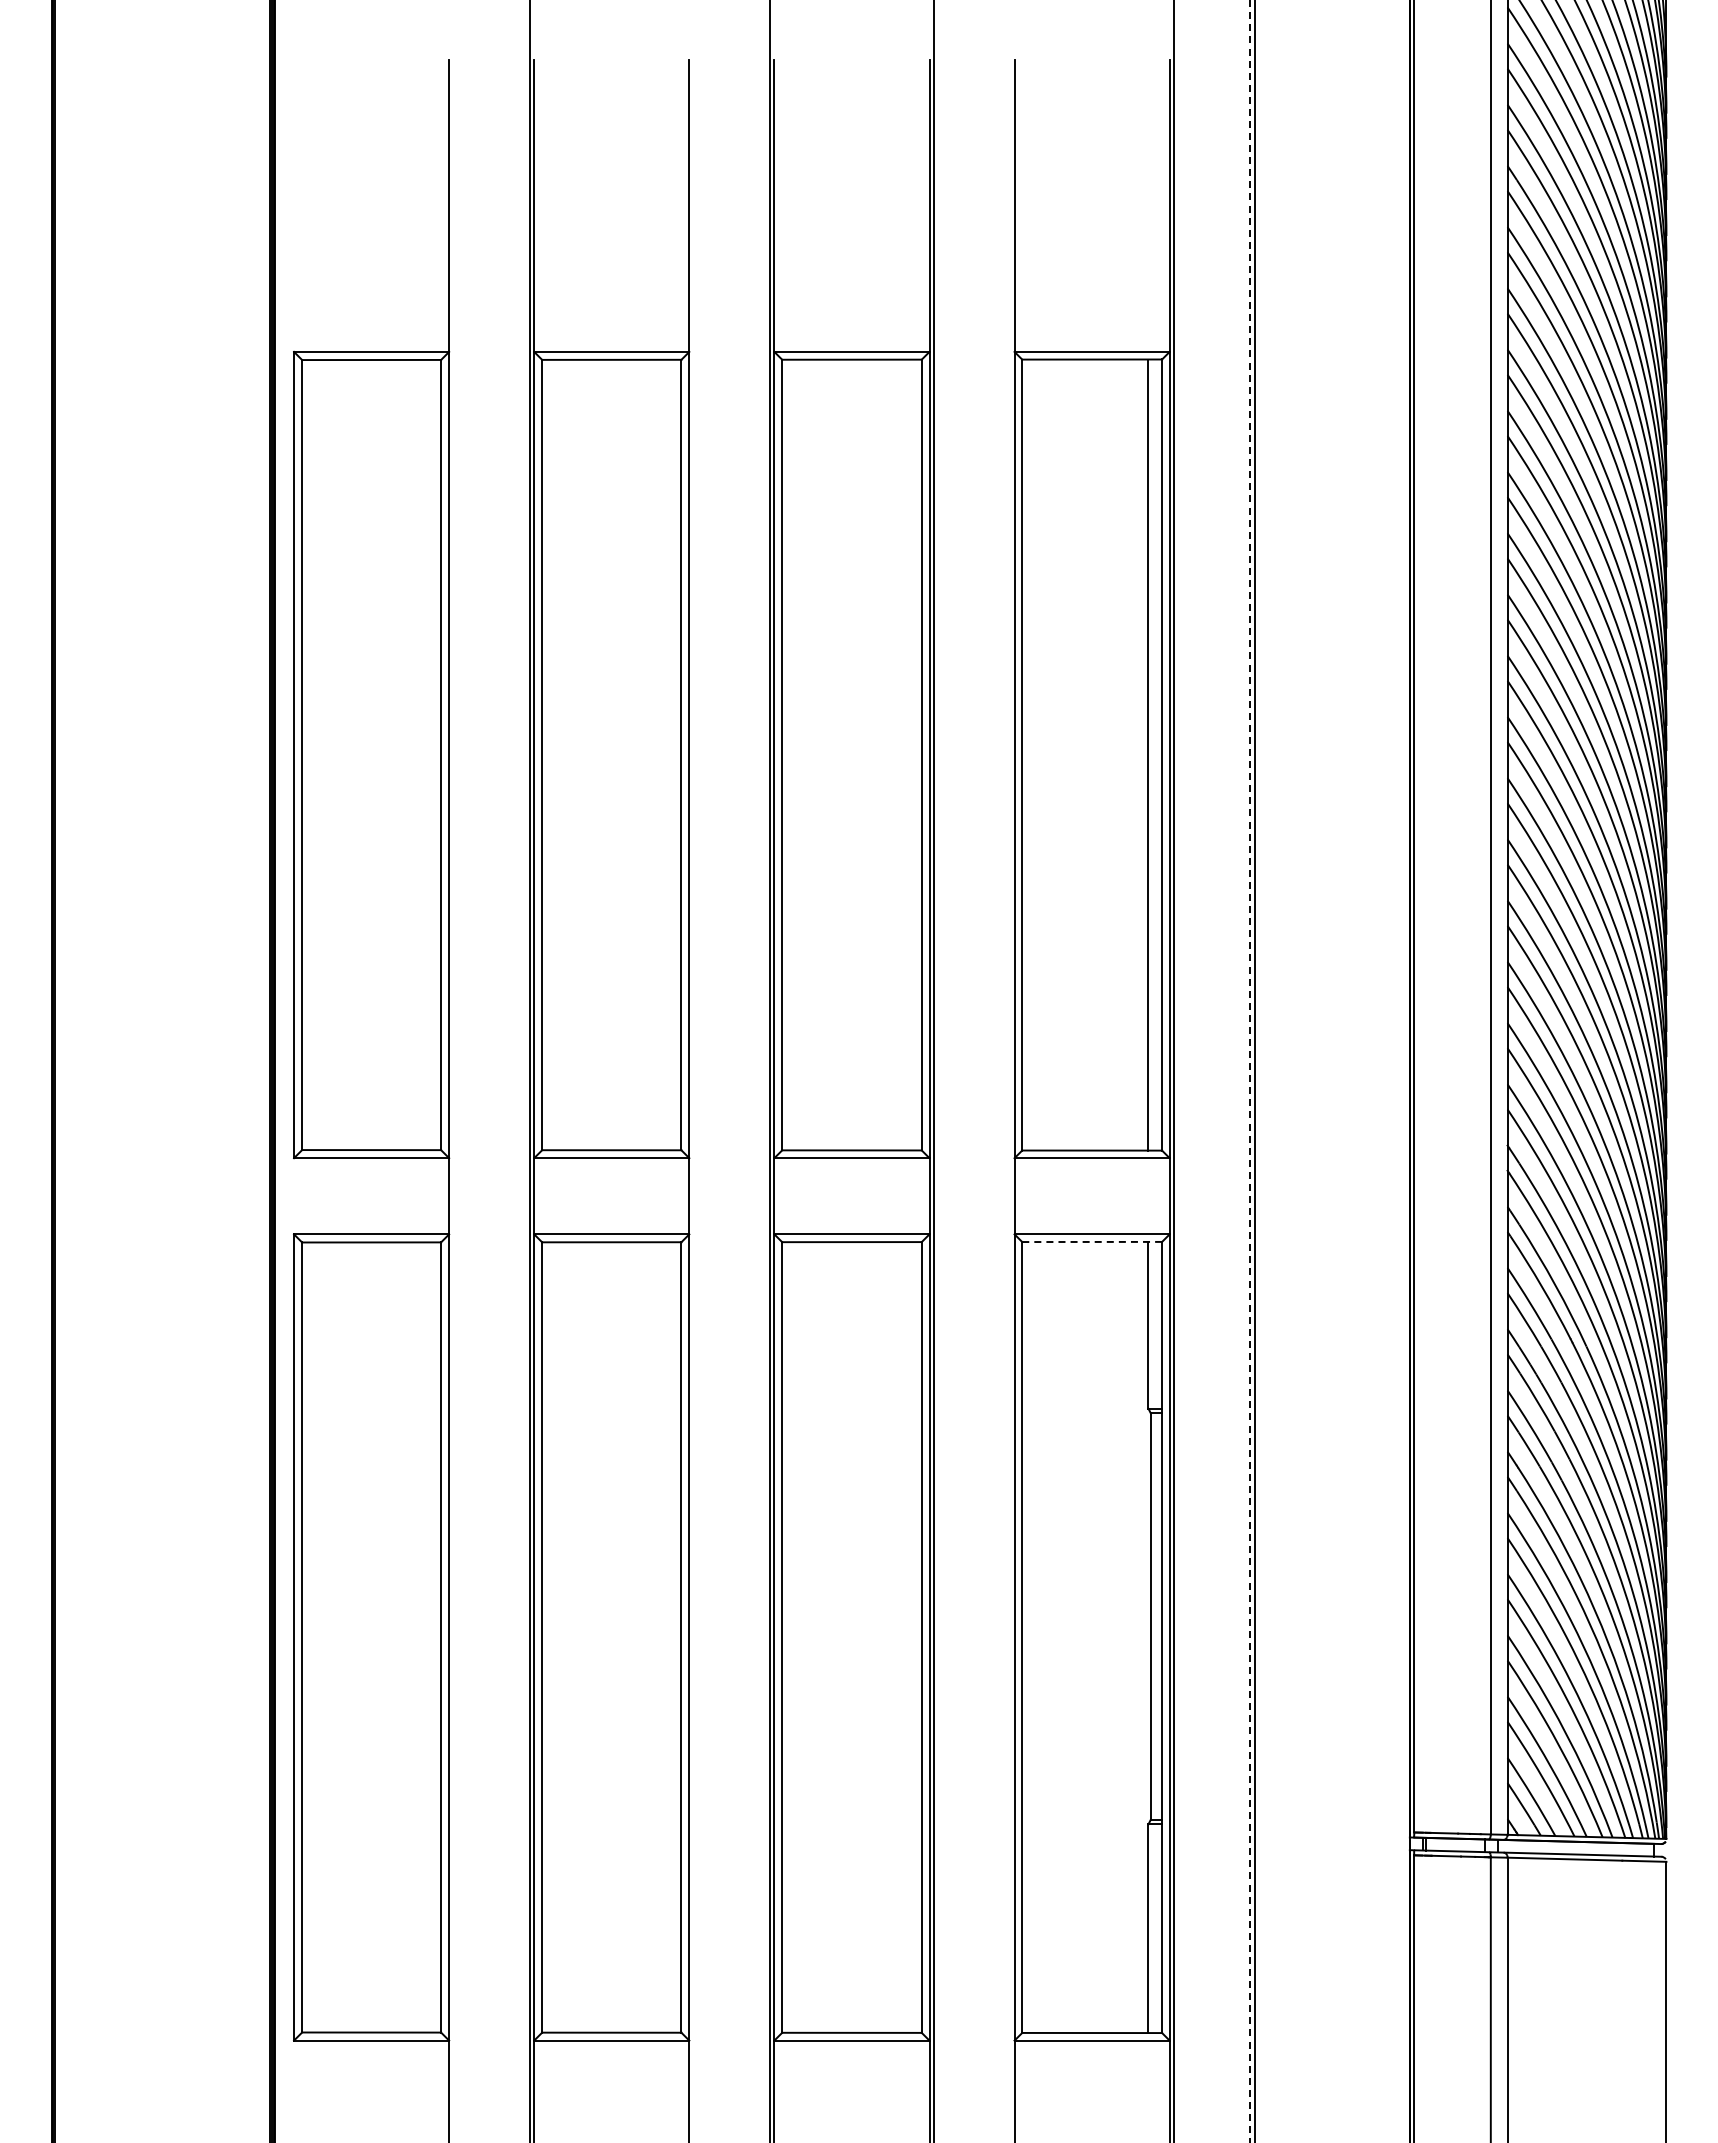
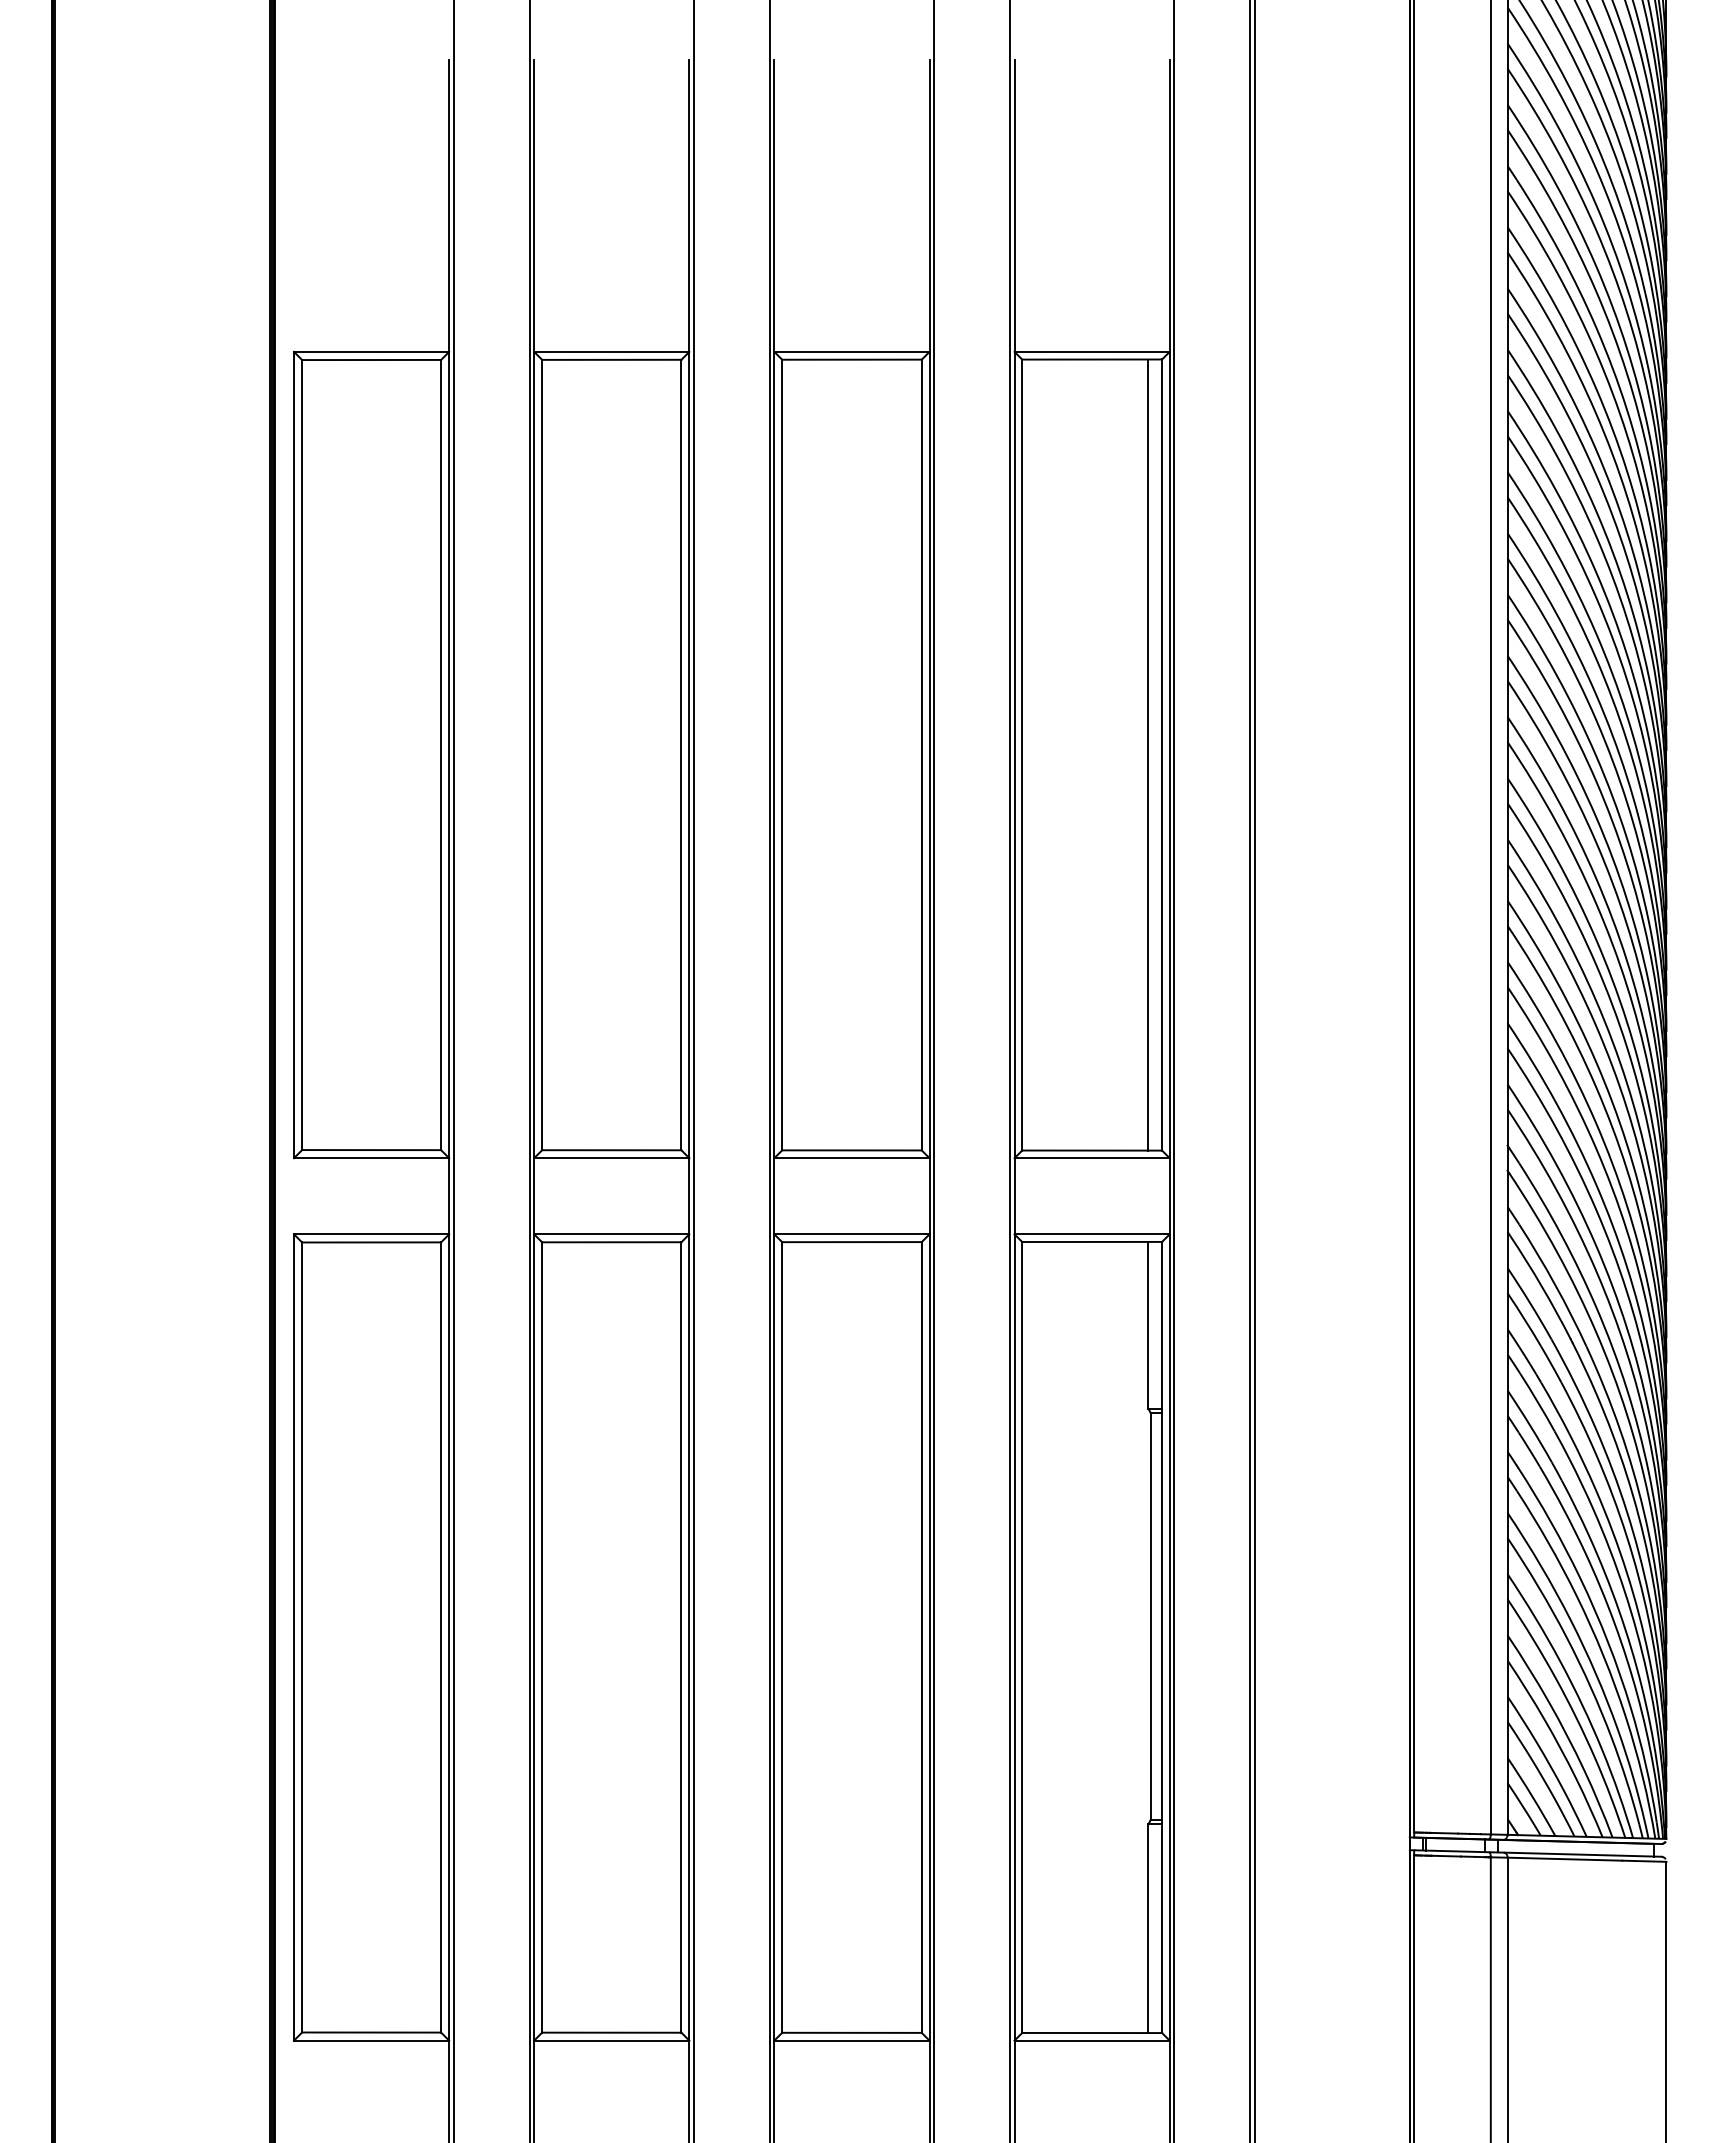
line at (453, 1070): none -> present
line at (693, 1070): none -> present
line at (1010, 1070): none -> present
line at (1250, 1071): dashed -> solid
line at (1092, 1241): dashed -> solid
